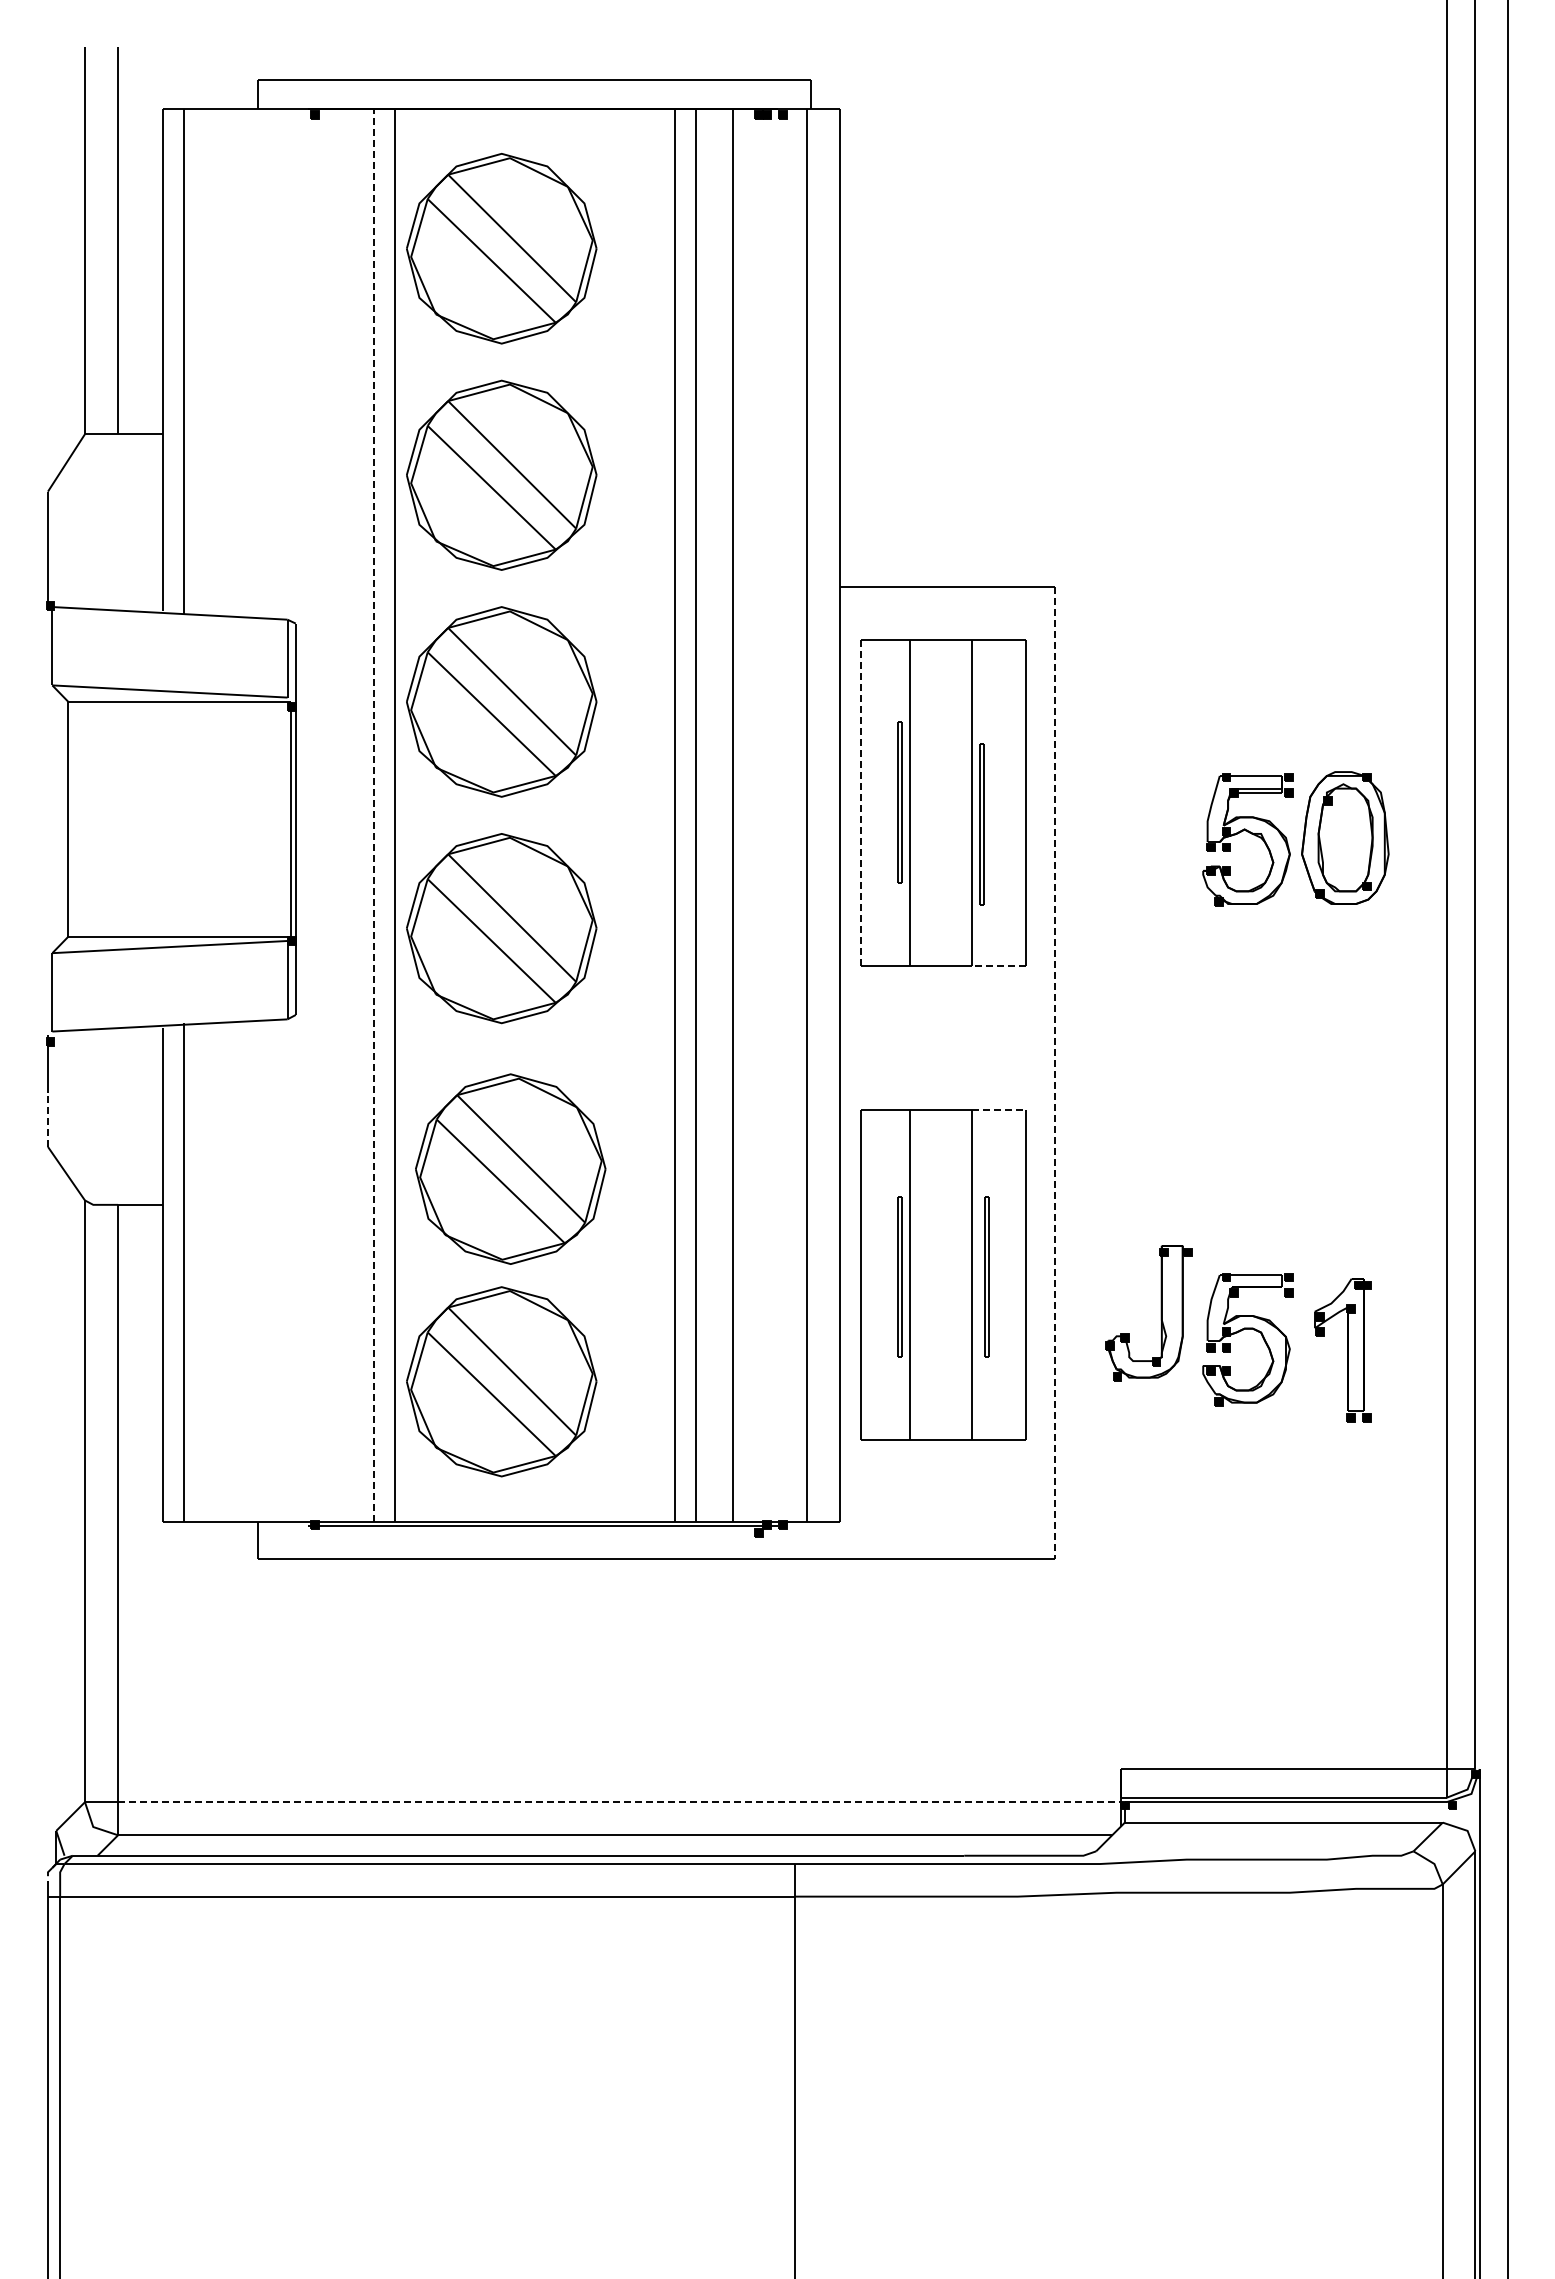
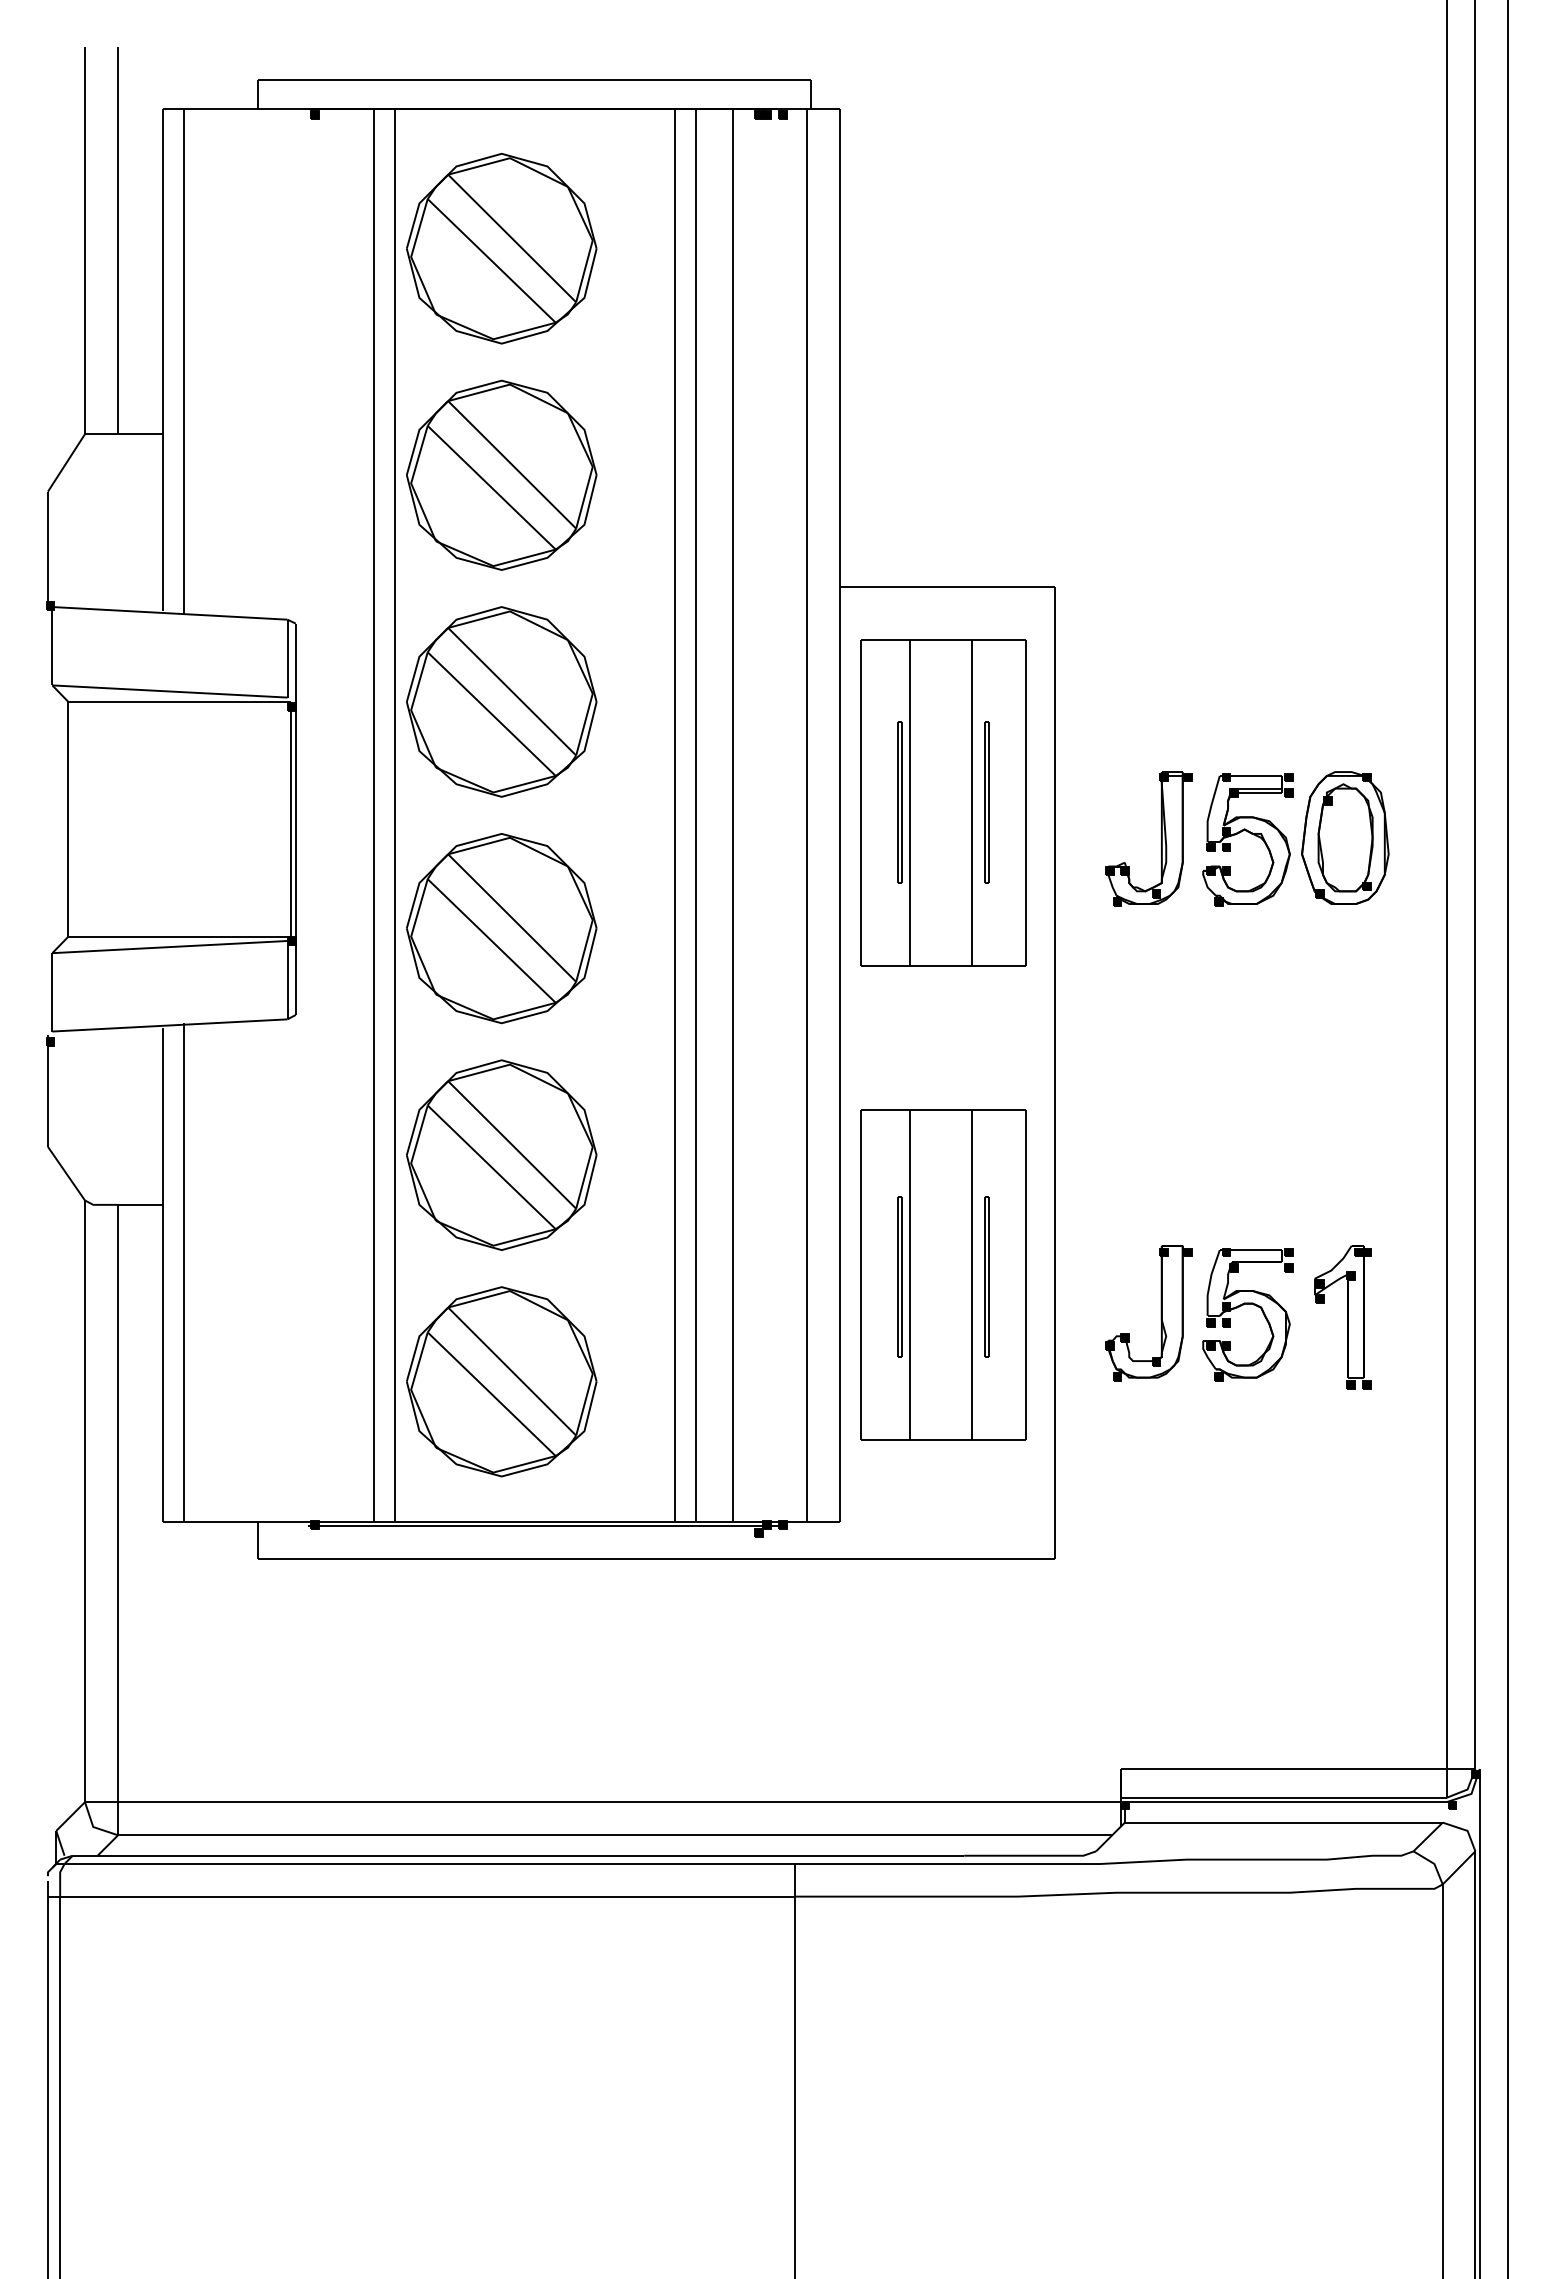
line at (861, 802): dashed -> solid
line at (374, 815): dashed -> solid
part at (981, 824) position: (981, 824) -> (986, 802)
part at (1161, 838): none -> present
line at (998, 965): dashed -> solid
line at (1054, 1073): dashed -> solid
line at (999, 1109): dashed -> solid
line at (47, 1120): dashed -> solid
part at (510, 1168) position: (510, 1168) -> (501, 1154)
part at (1243, 1330) position: (1243, 1330) -> (1243, 1305)
part at (1342, 1350) position: (1342, 1350) -> (1342, 1317)
line at (620, 1802): dashed -> solid
